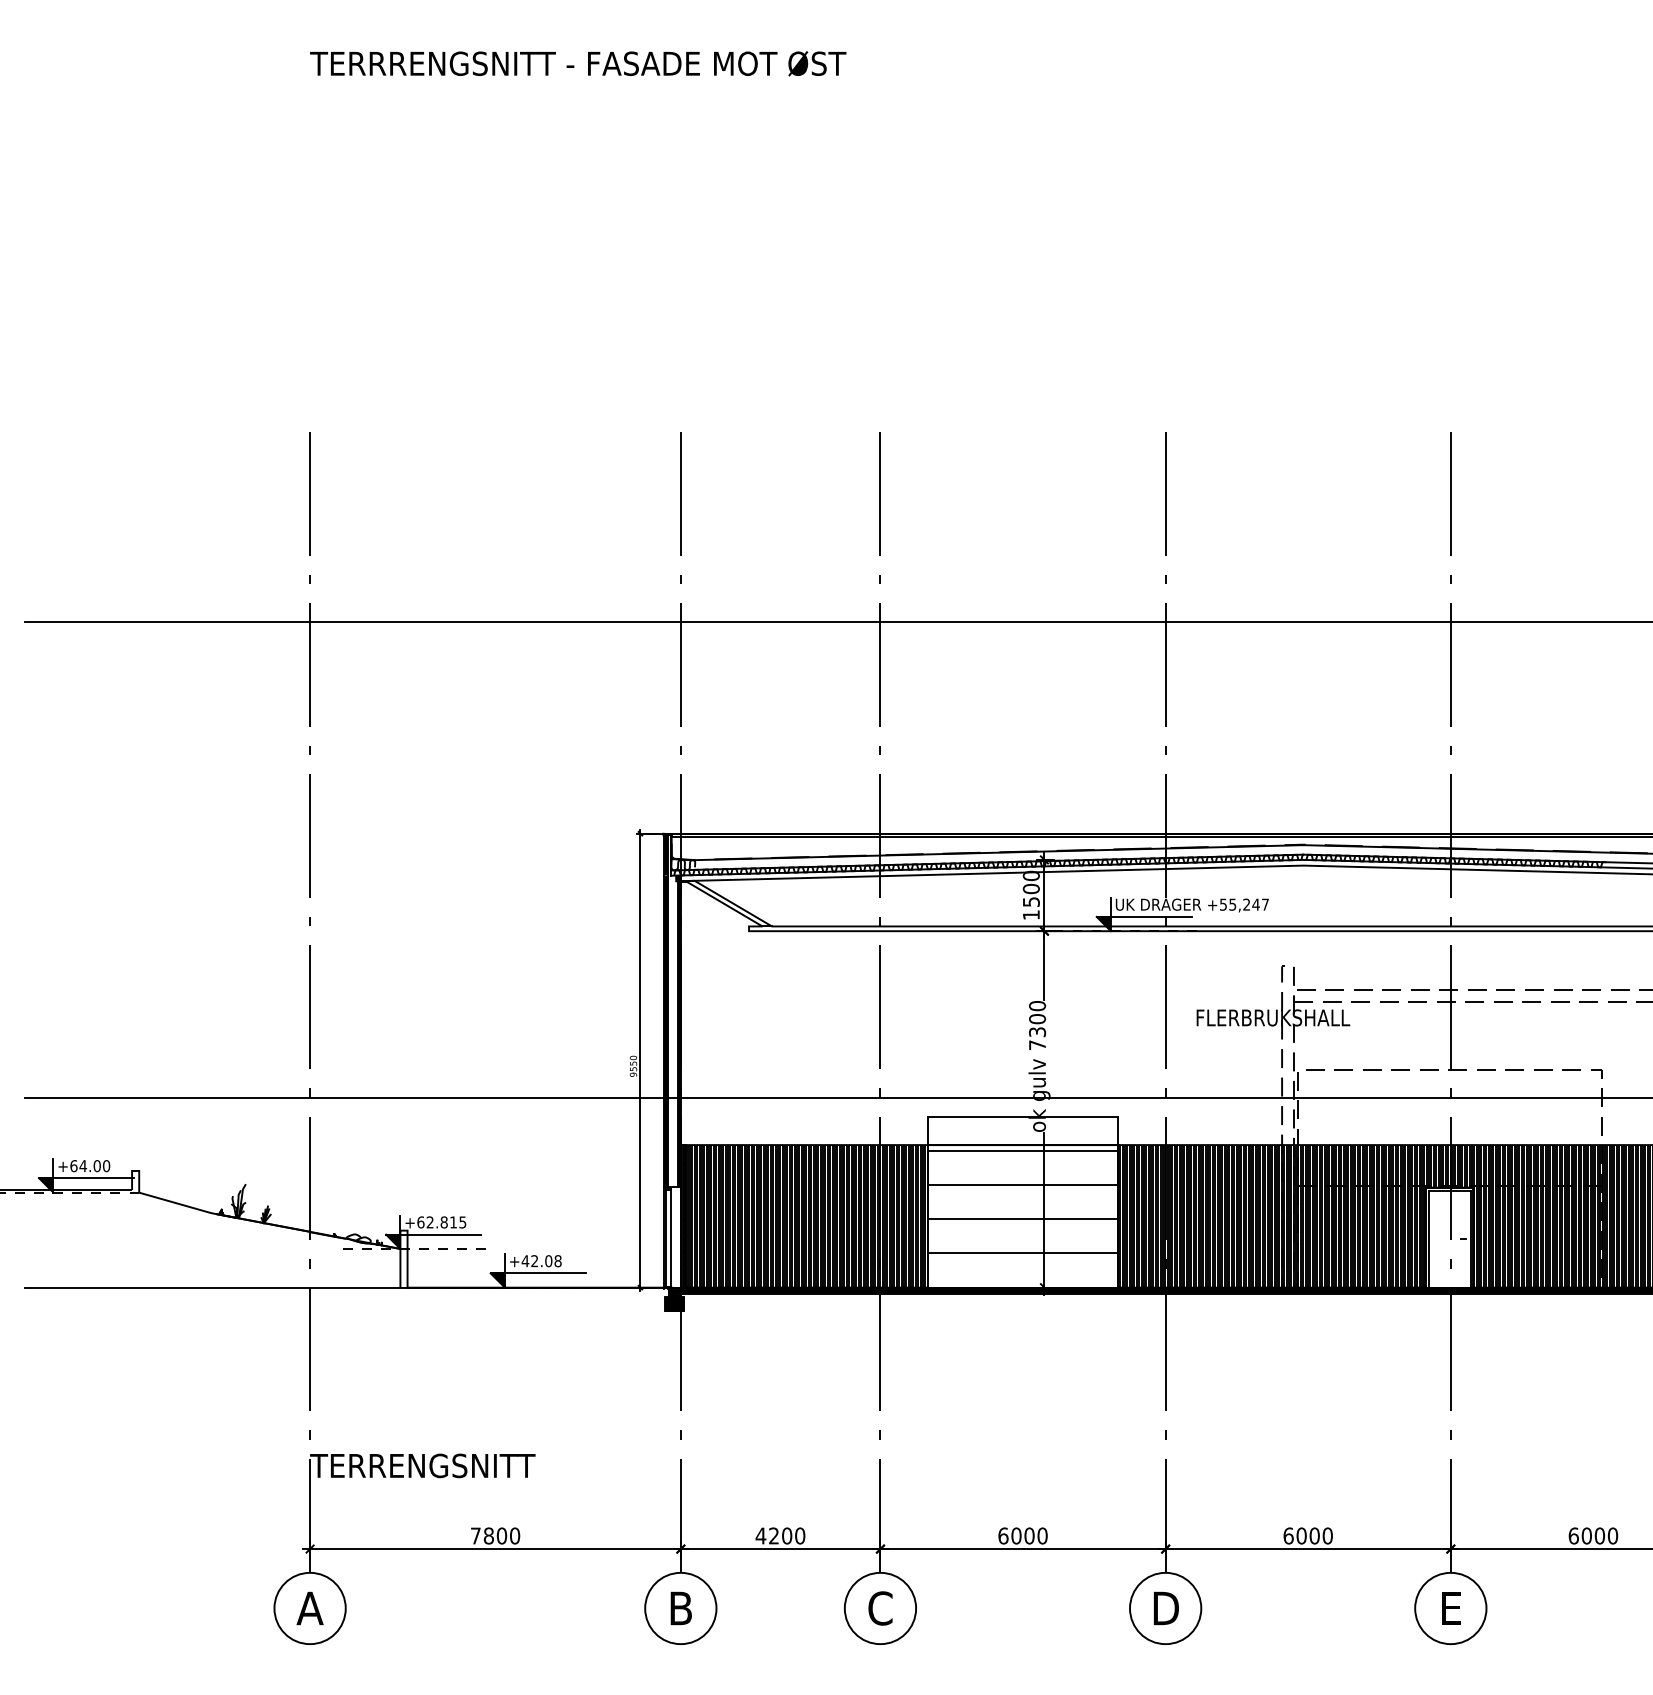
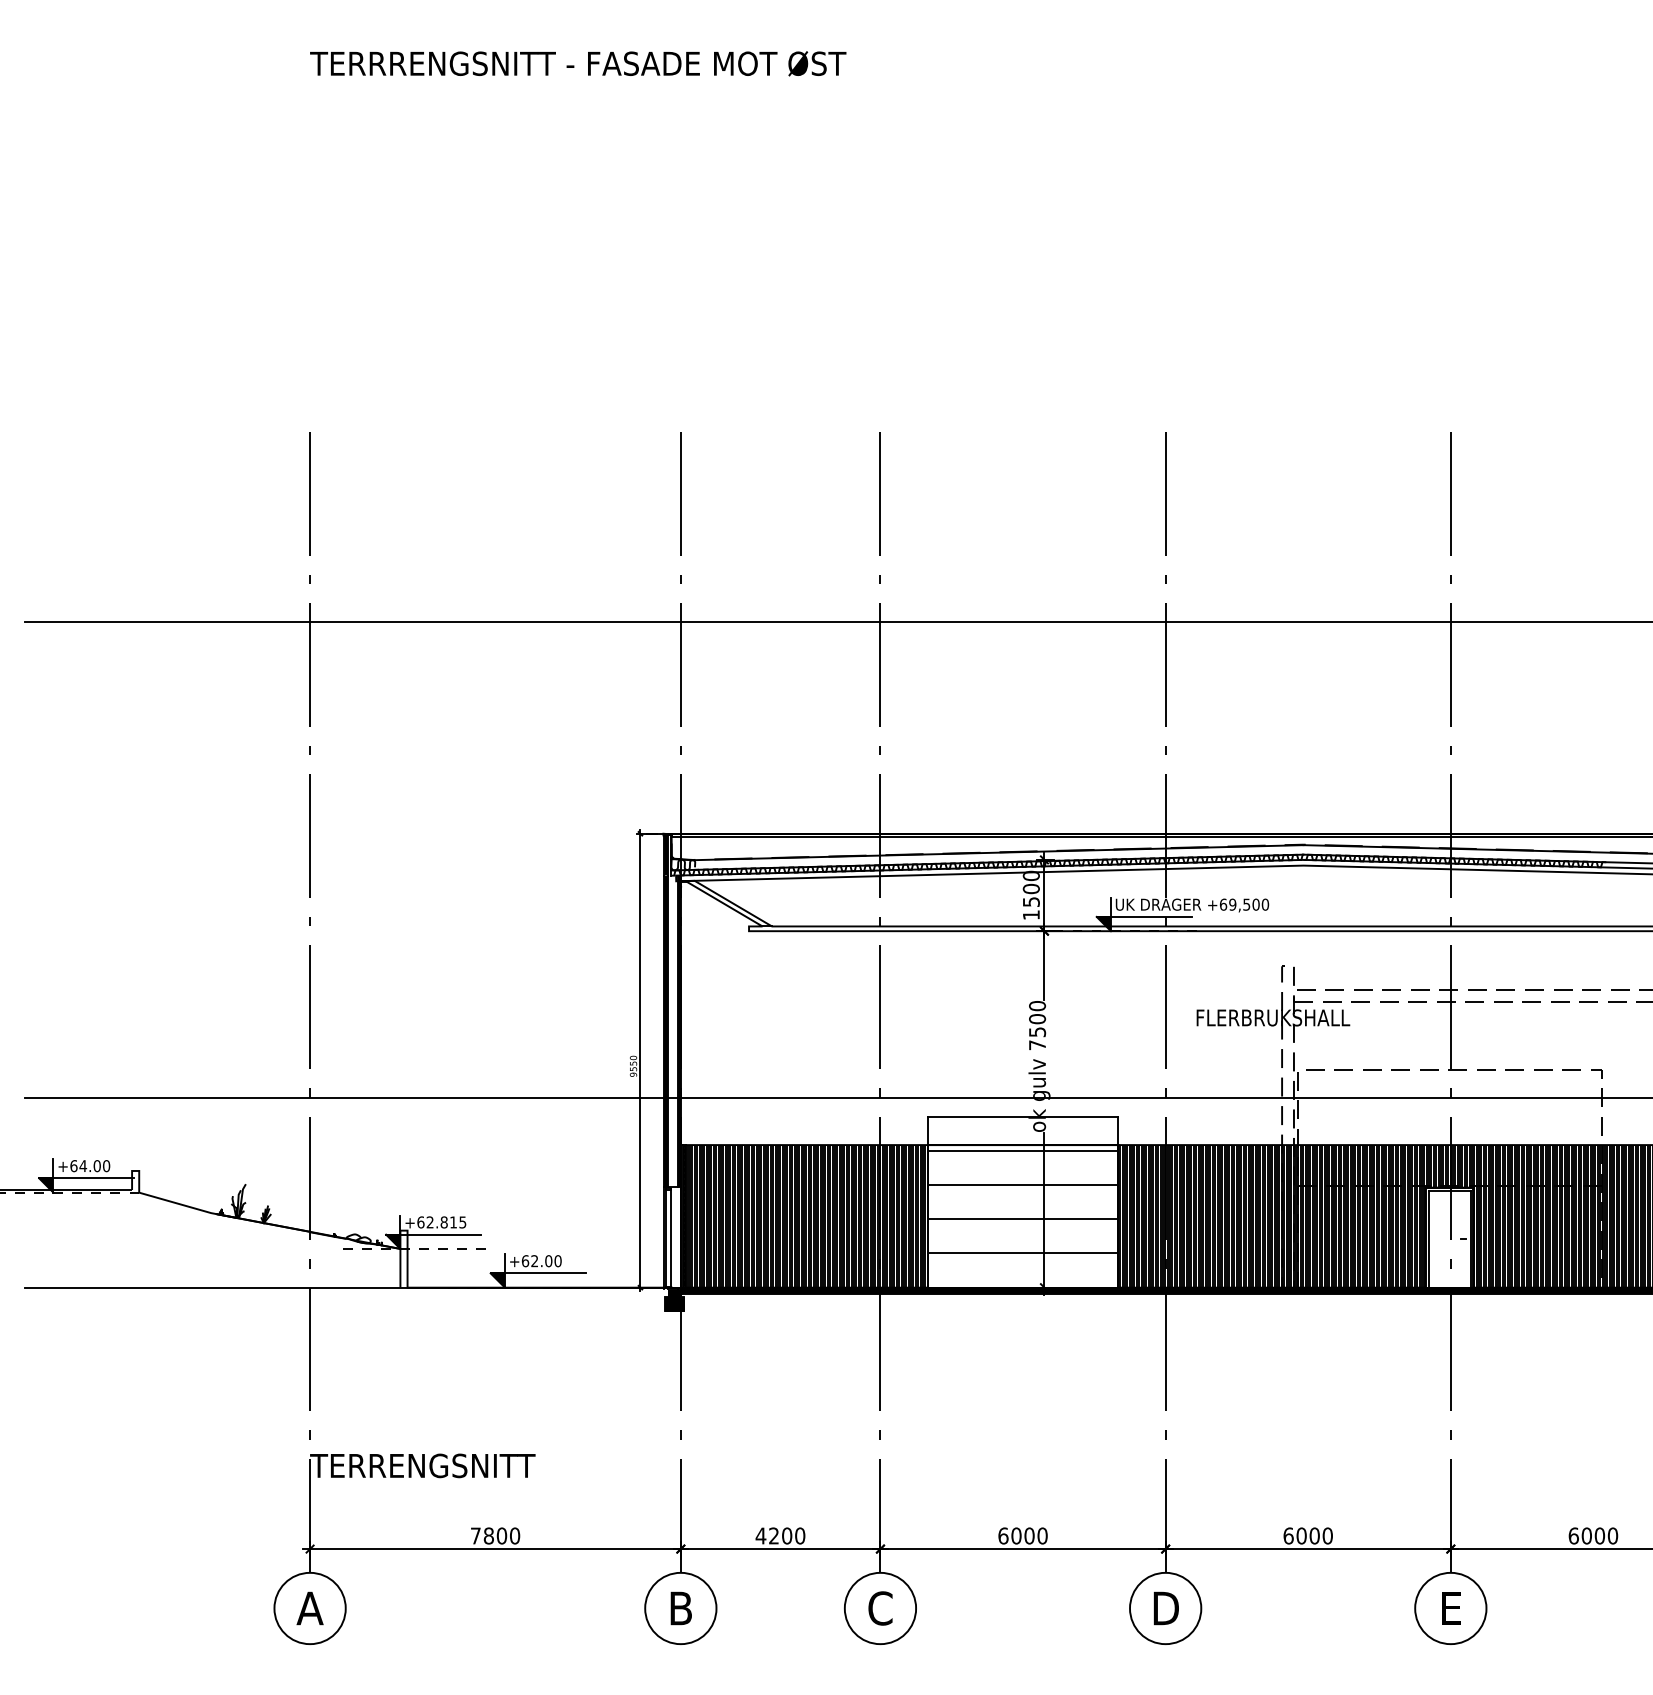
text at (1244, 904): +55,247 -> +69,500
text at (1037, 1031): 7300 -> 7500
text at (541, 1261): +42.08 -> +62.00
